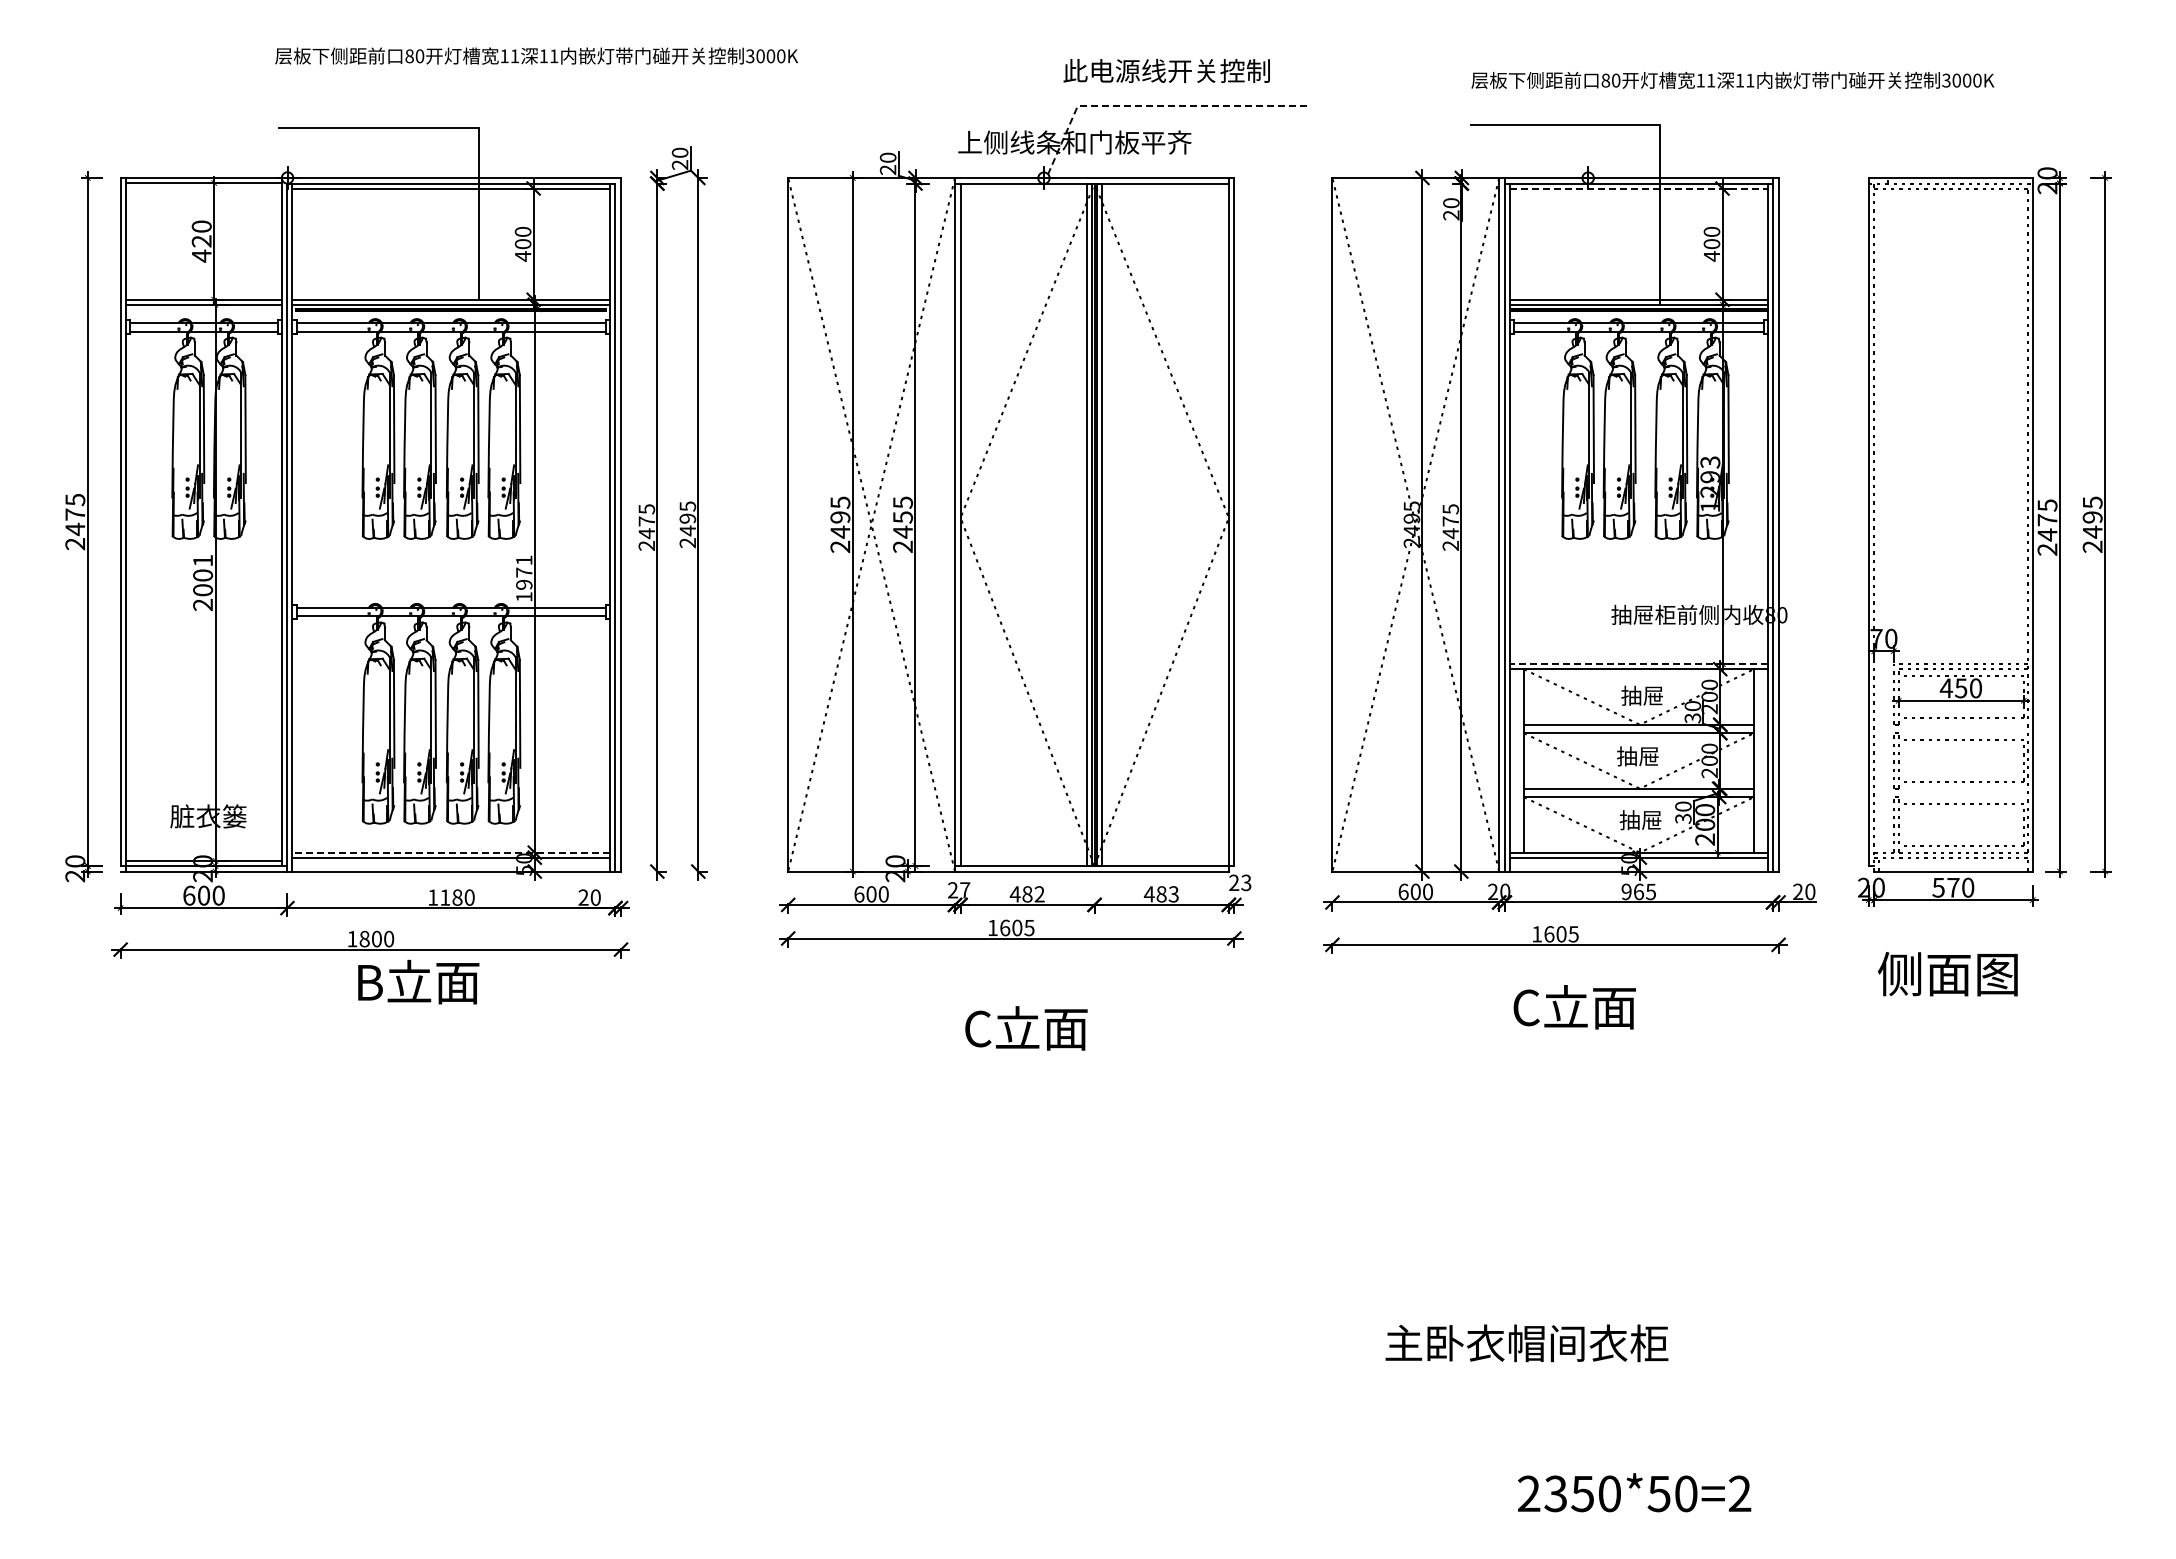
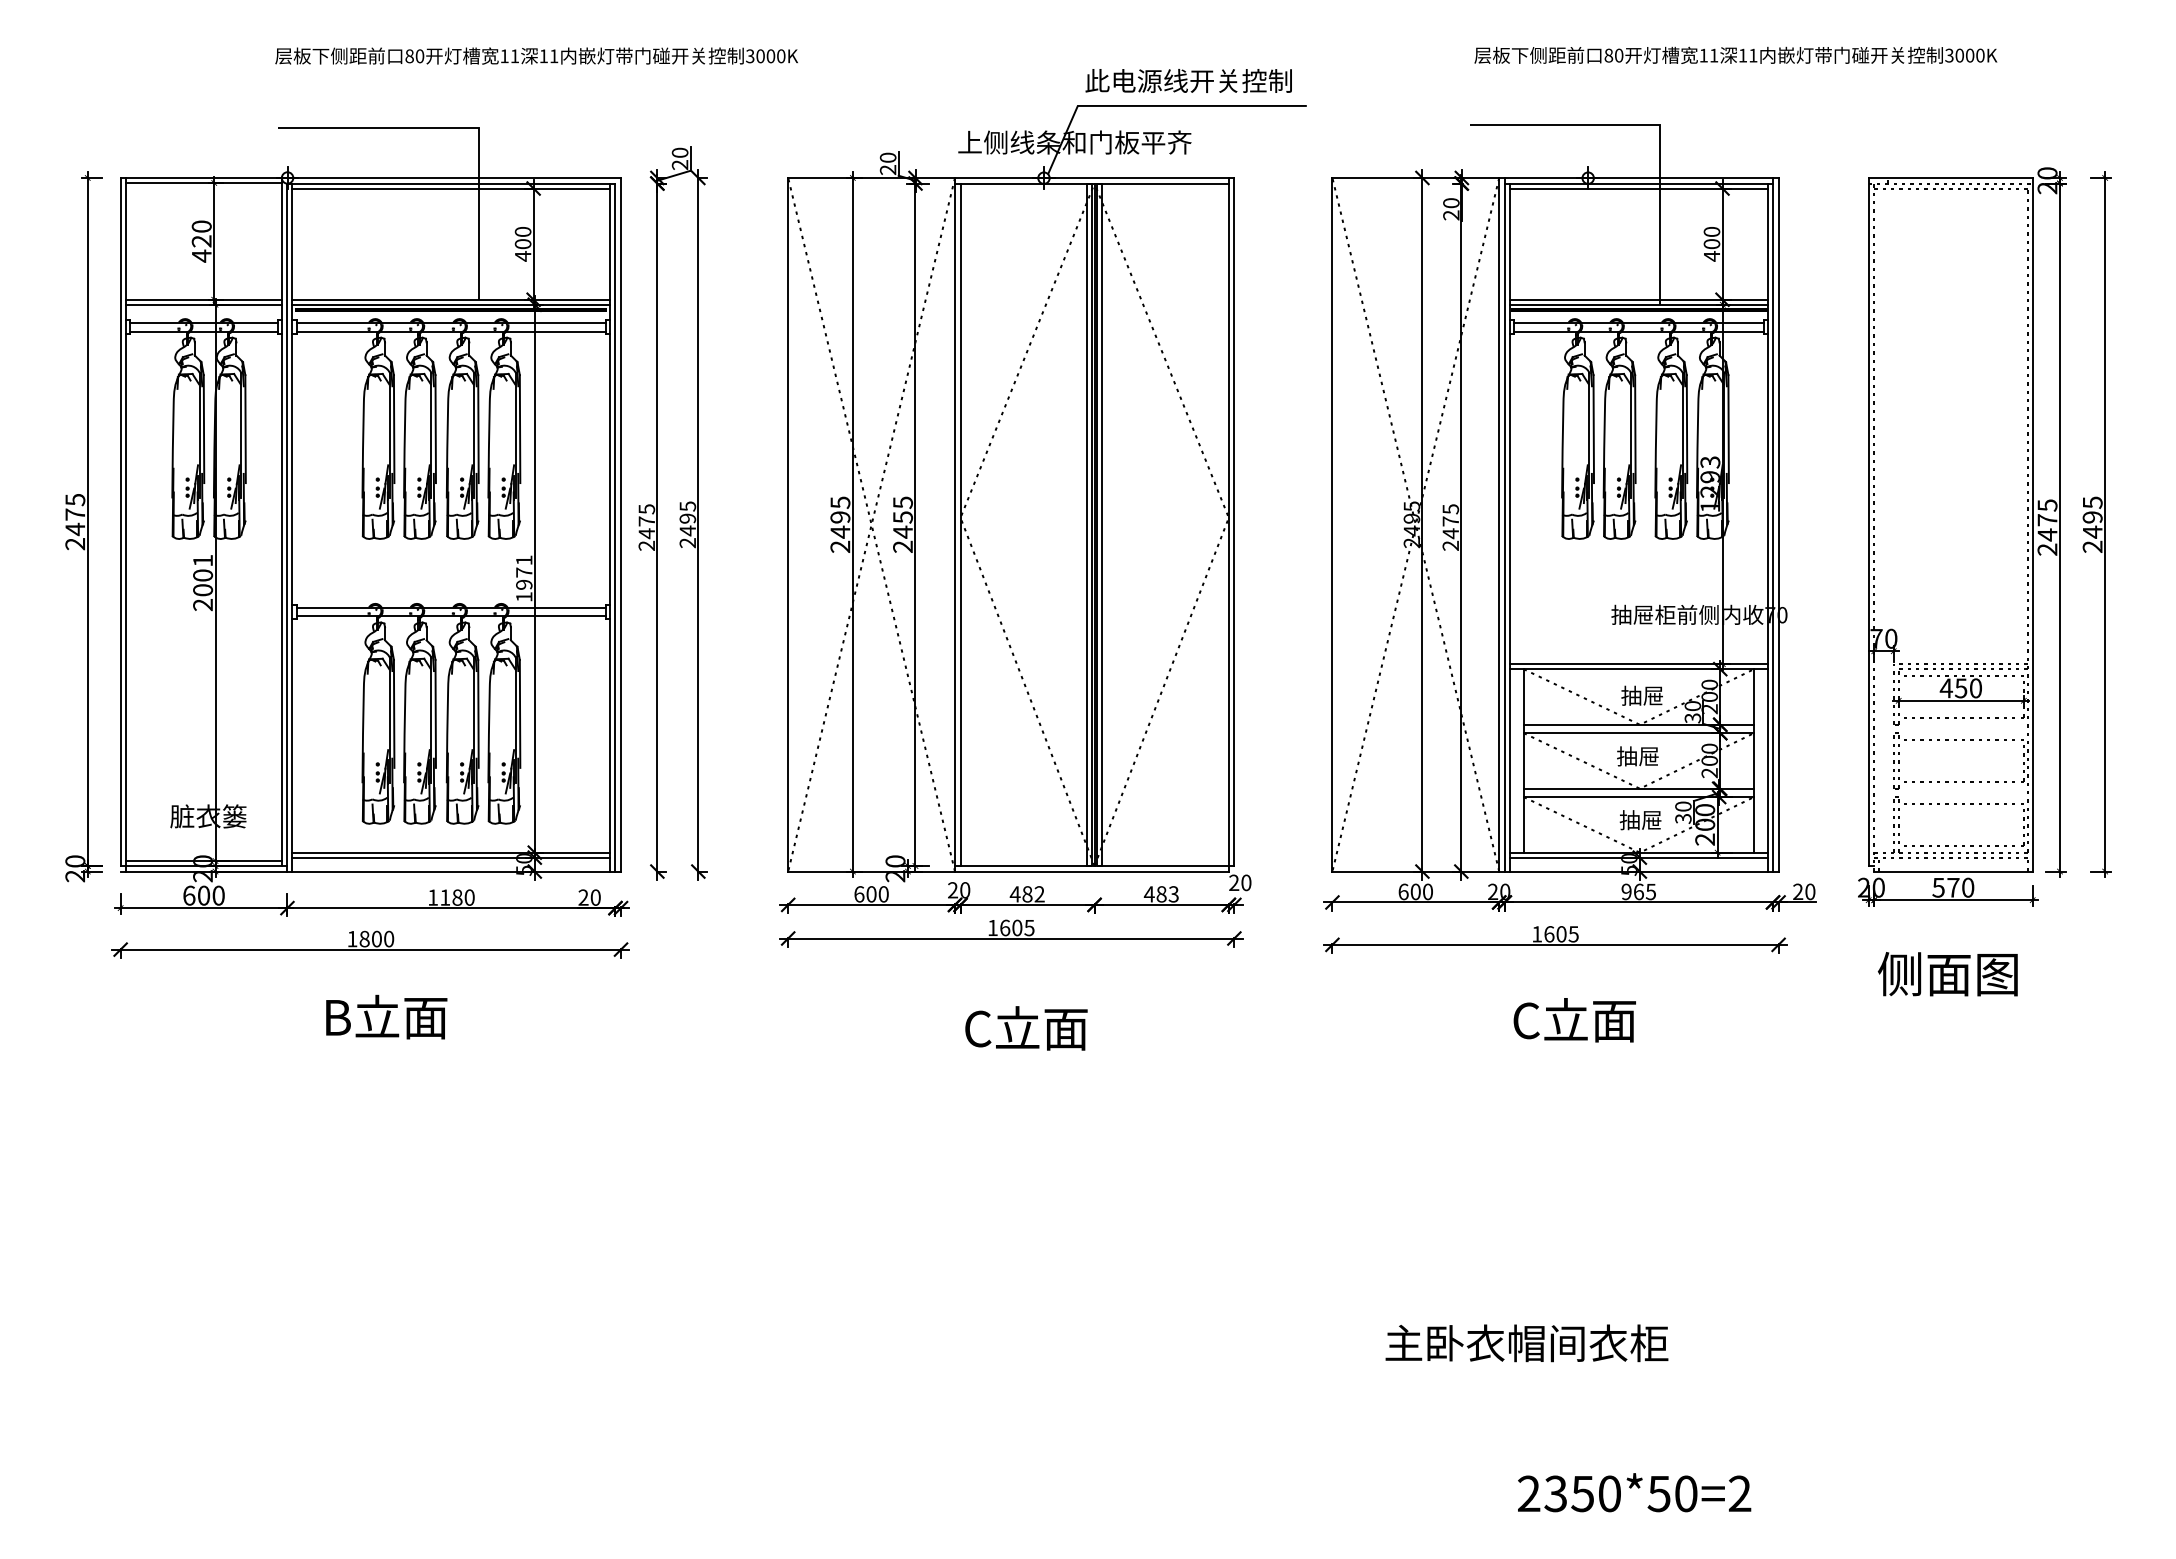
text at (1166, 70) position: (1166, 70) -> (1188, 80)
text at (1732, 79) position: (1732, 79) -> (1735, 54)
line at (1153, 105): dashed -> solid
line at (1639, 188): dashed -> solid
text at (1770, 615): 80 -> 70
line at (1638, 664): dashed -> solid
line at (450, 852): dashed -> solid
text at (1246, 882): 23 -> 20
text at (965, 890): 27 -> 20
text at (418, 981) position: (418, 981) -> (386, 1016)
text at (1574, 1007) position: (1574, 1007) -> (1574, 1020)
